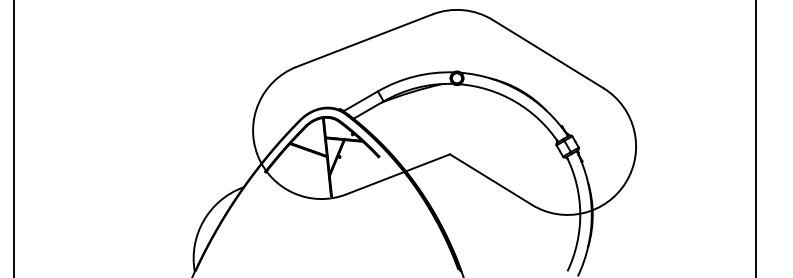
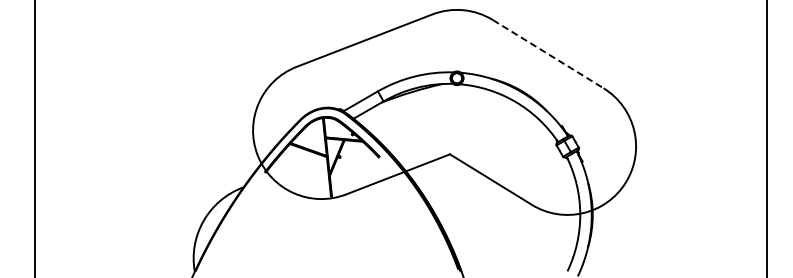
line at (548, 54): solid -> dashed
line at (13, 138) position: (13, 138) -> (34, 138)
line at (756, 138) position: (756, 138) -> (767, 138)
